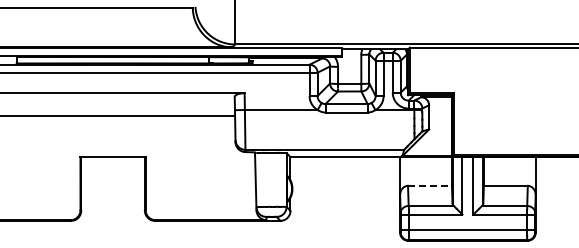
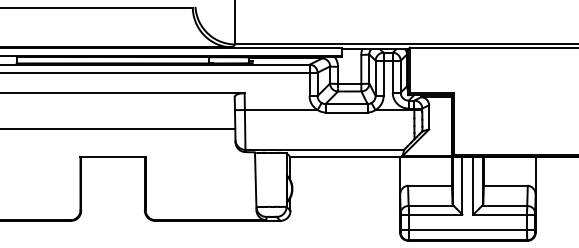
line at (118, 116) position: (118, 116) -> (118, 129)
line at (430, 185): dashed -> solid
